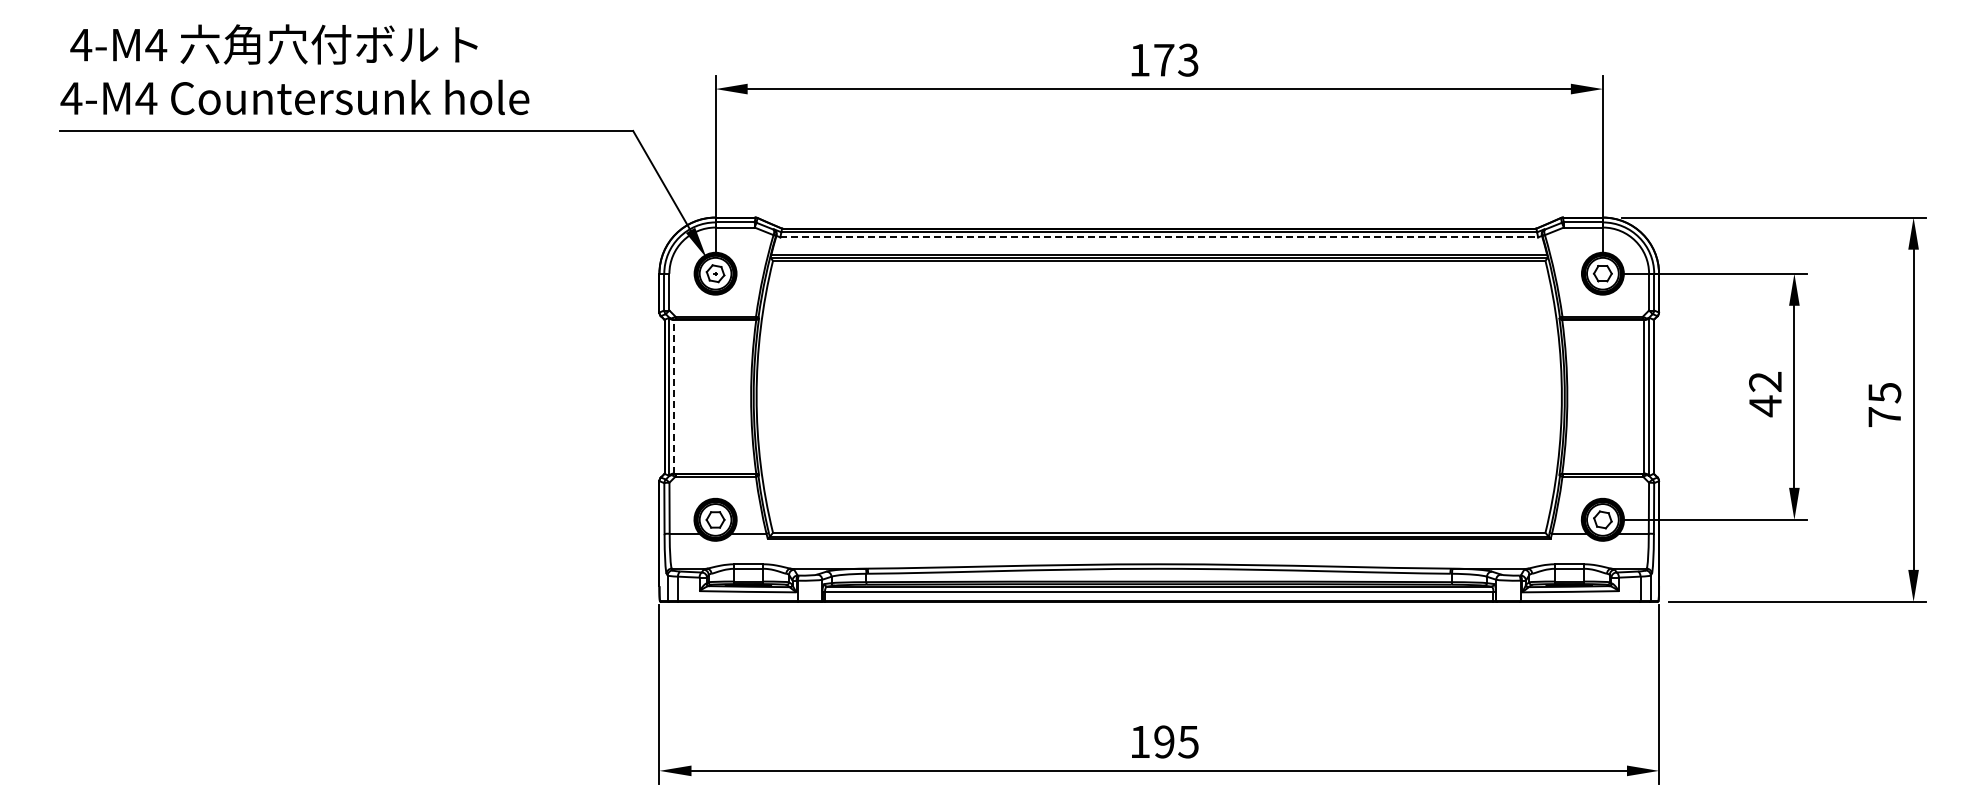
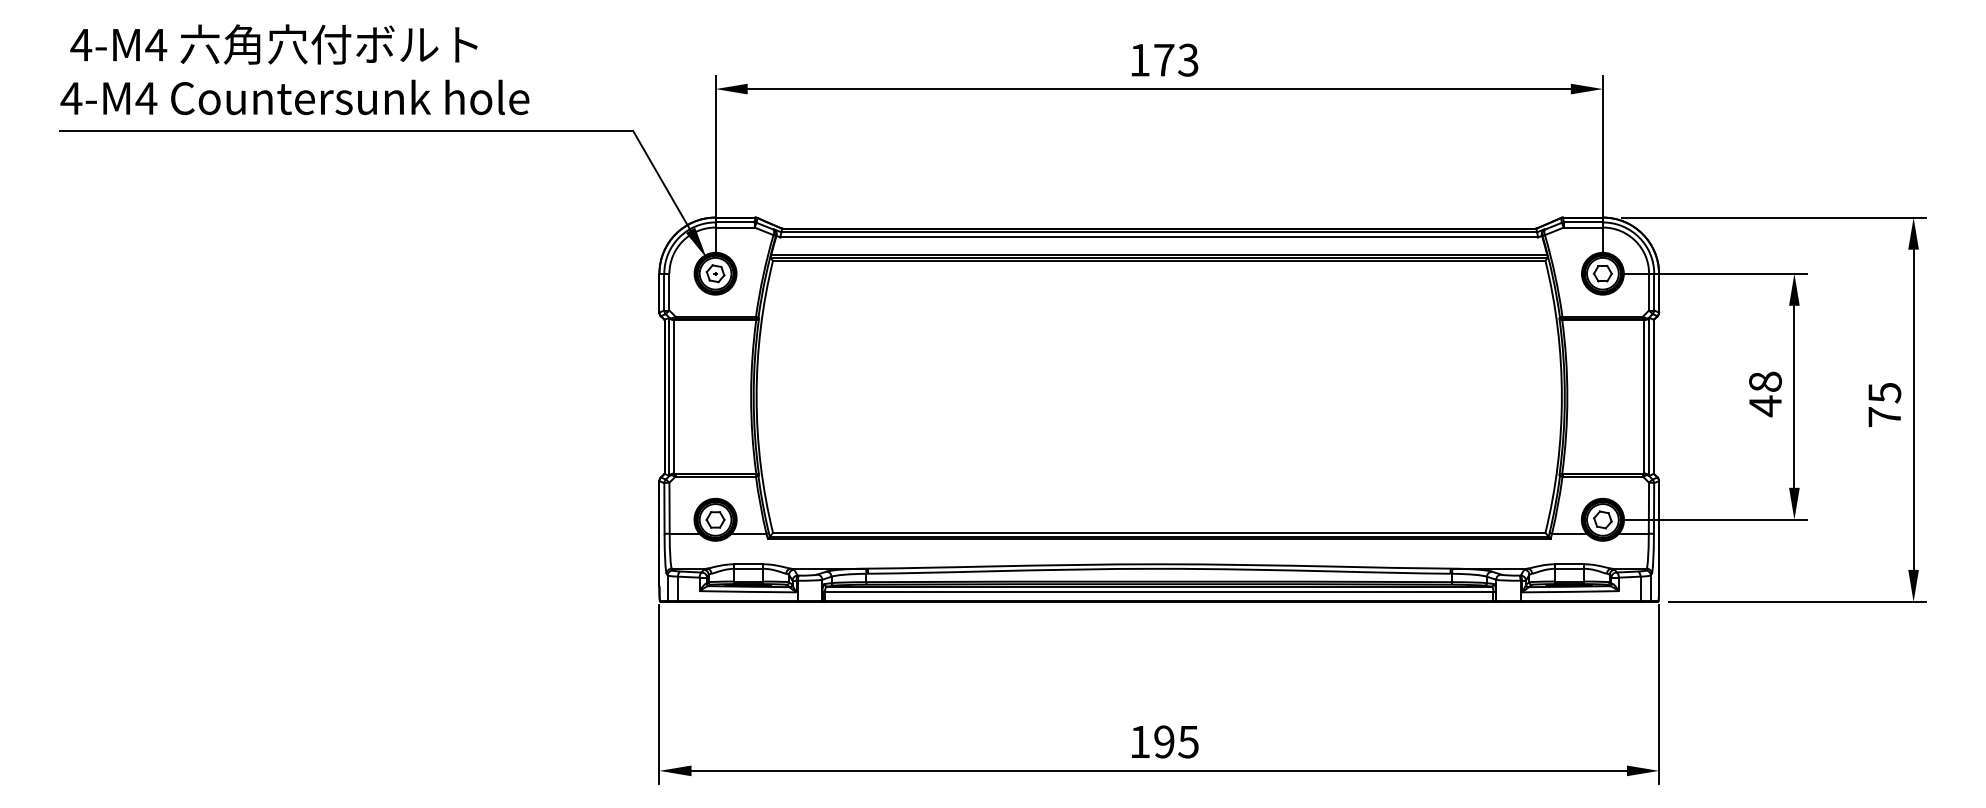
line at (1159, 237): dashed -> solid
text at (1765, 381): 42 -> 48
line at (674, 396): dashed -> solid
